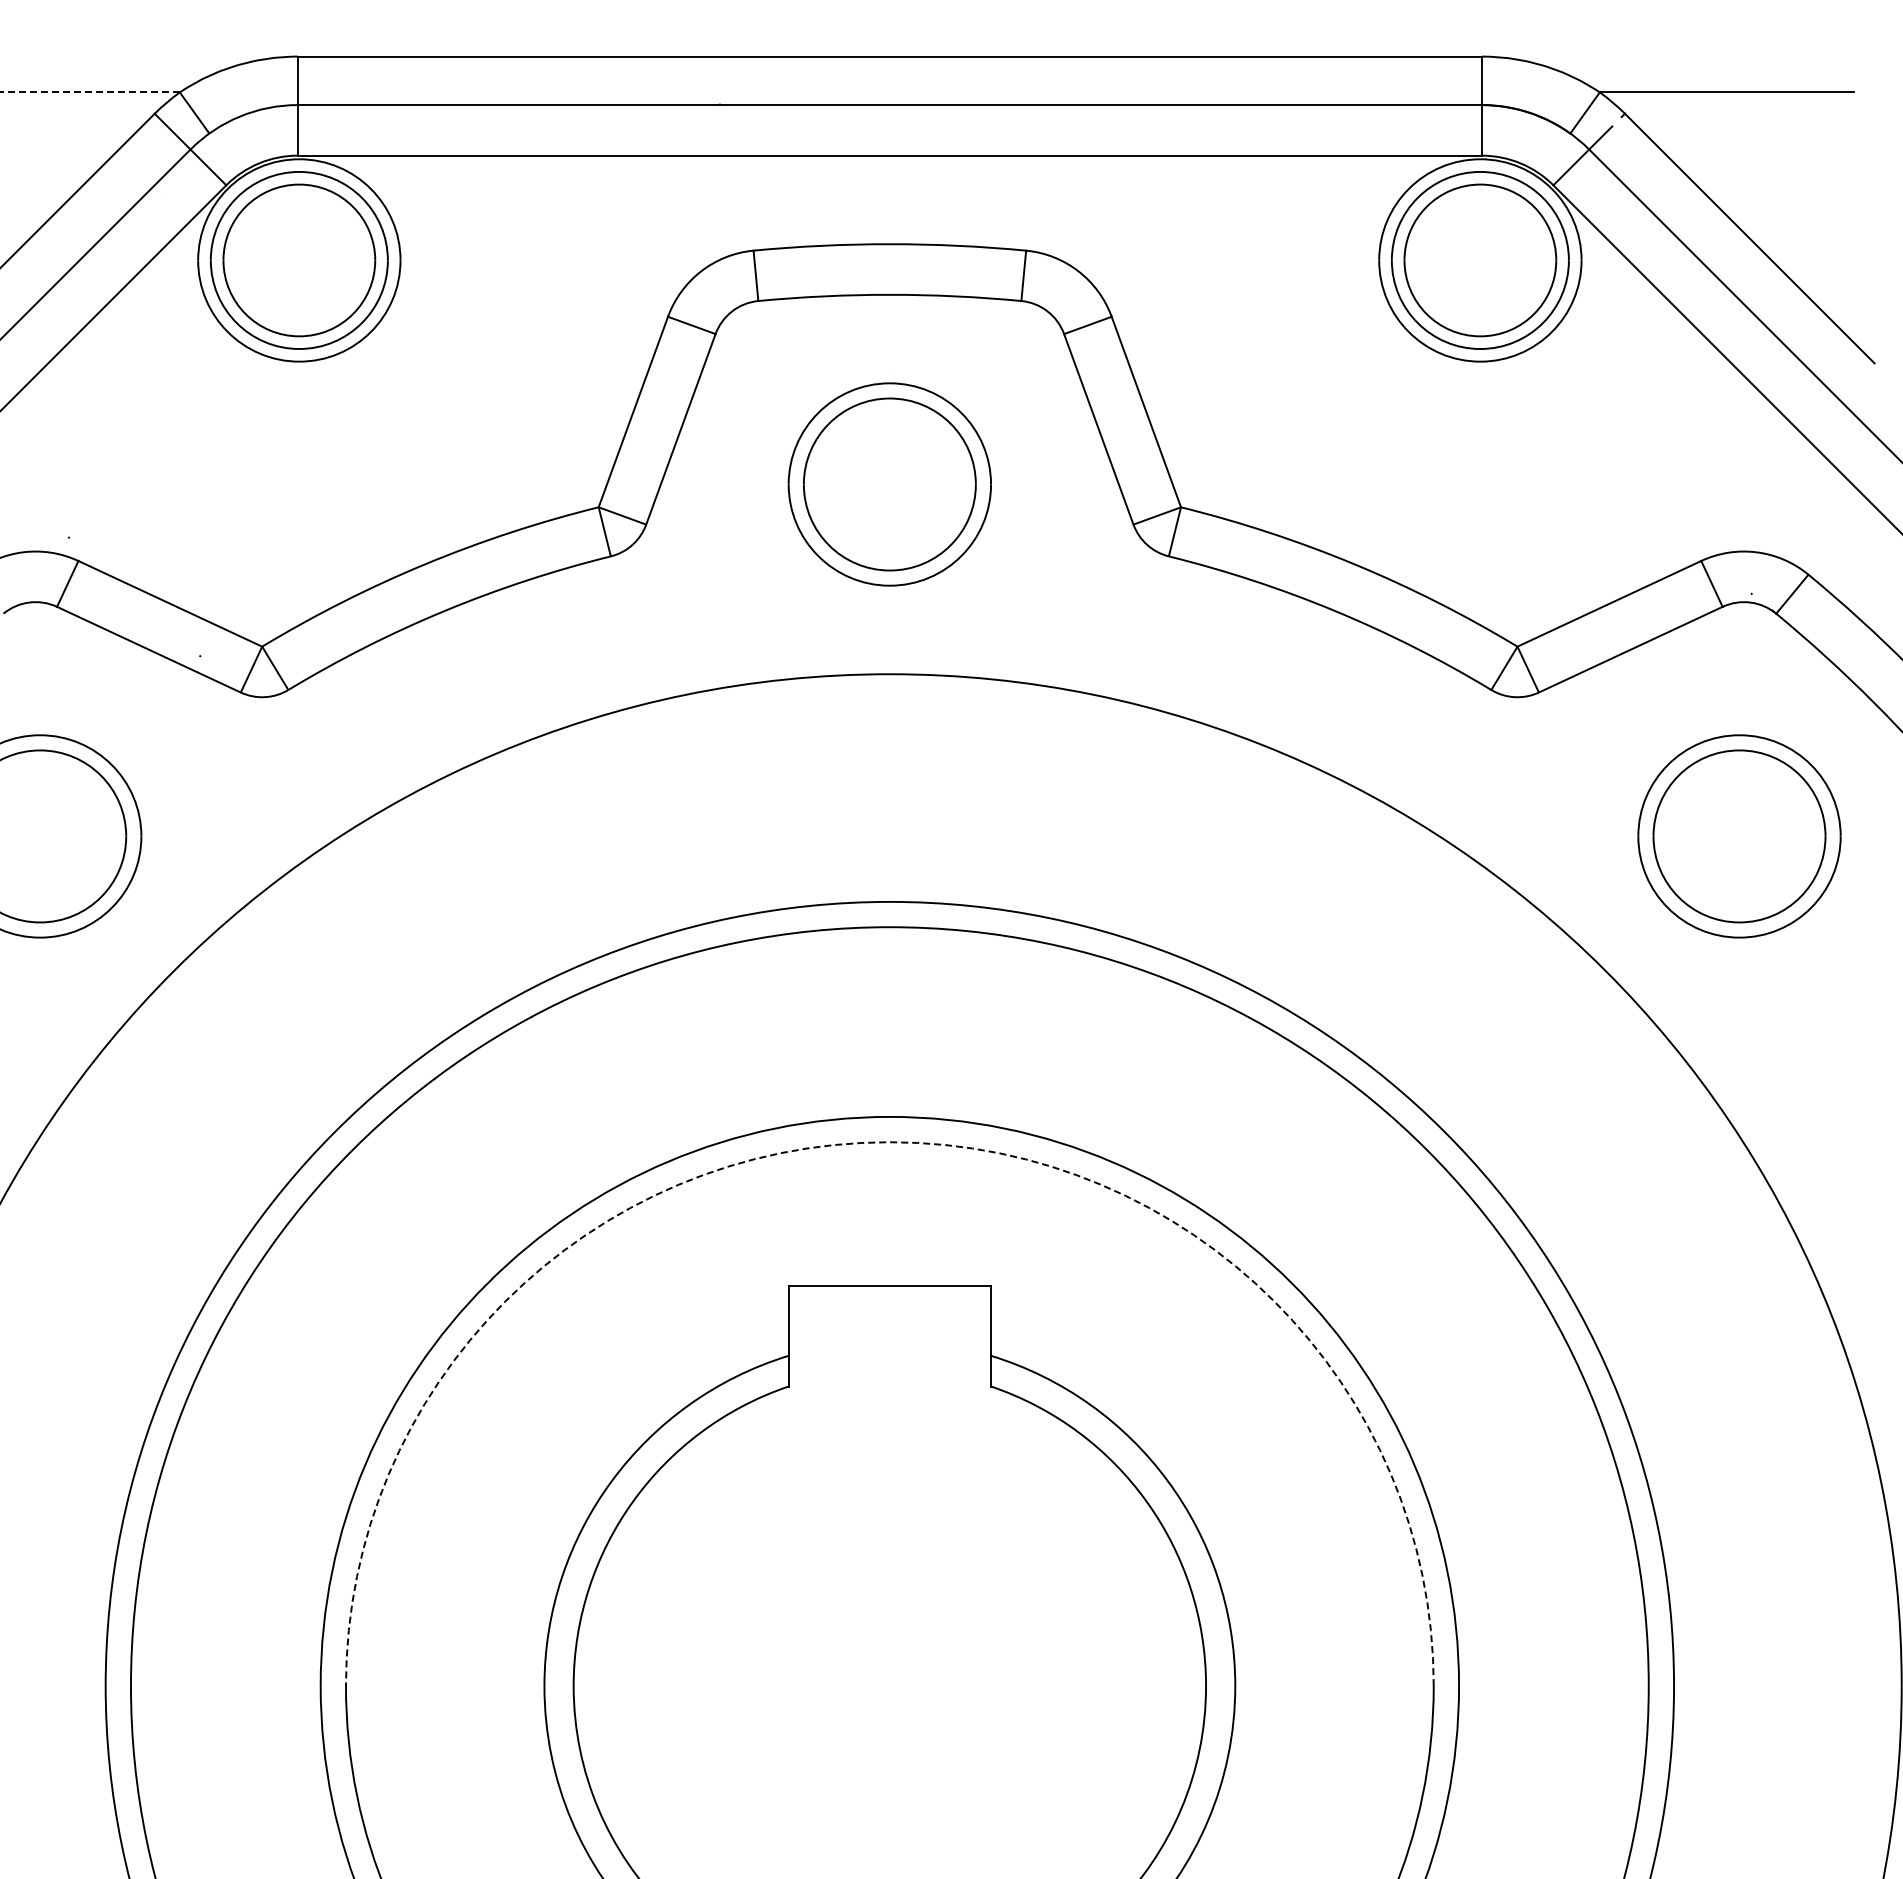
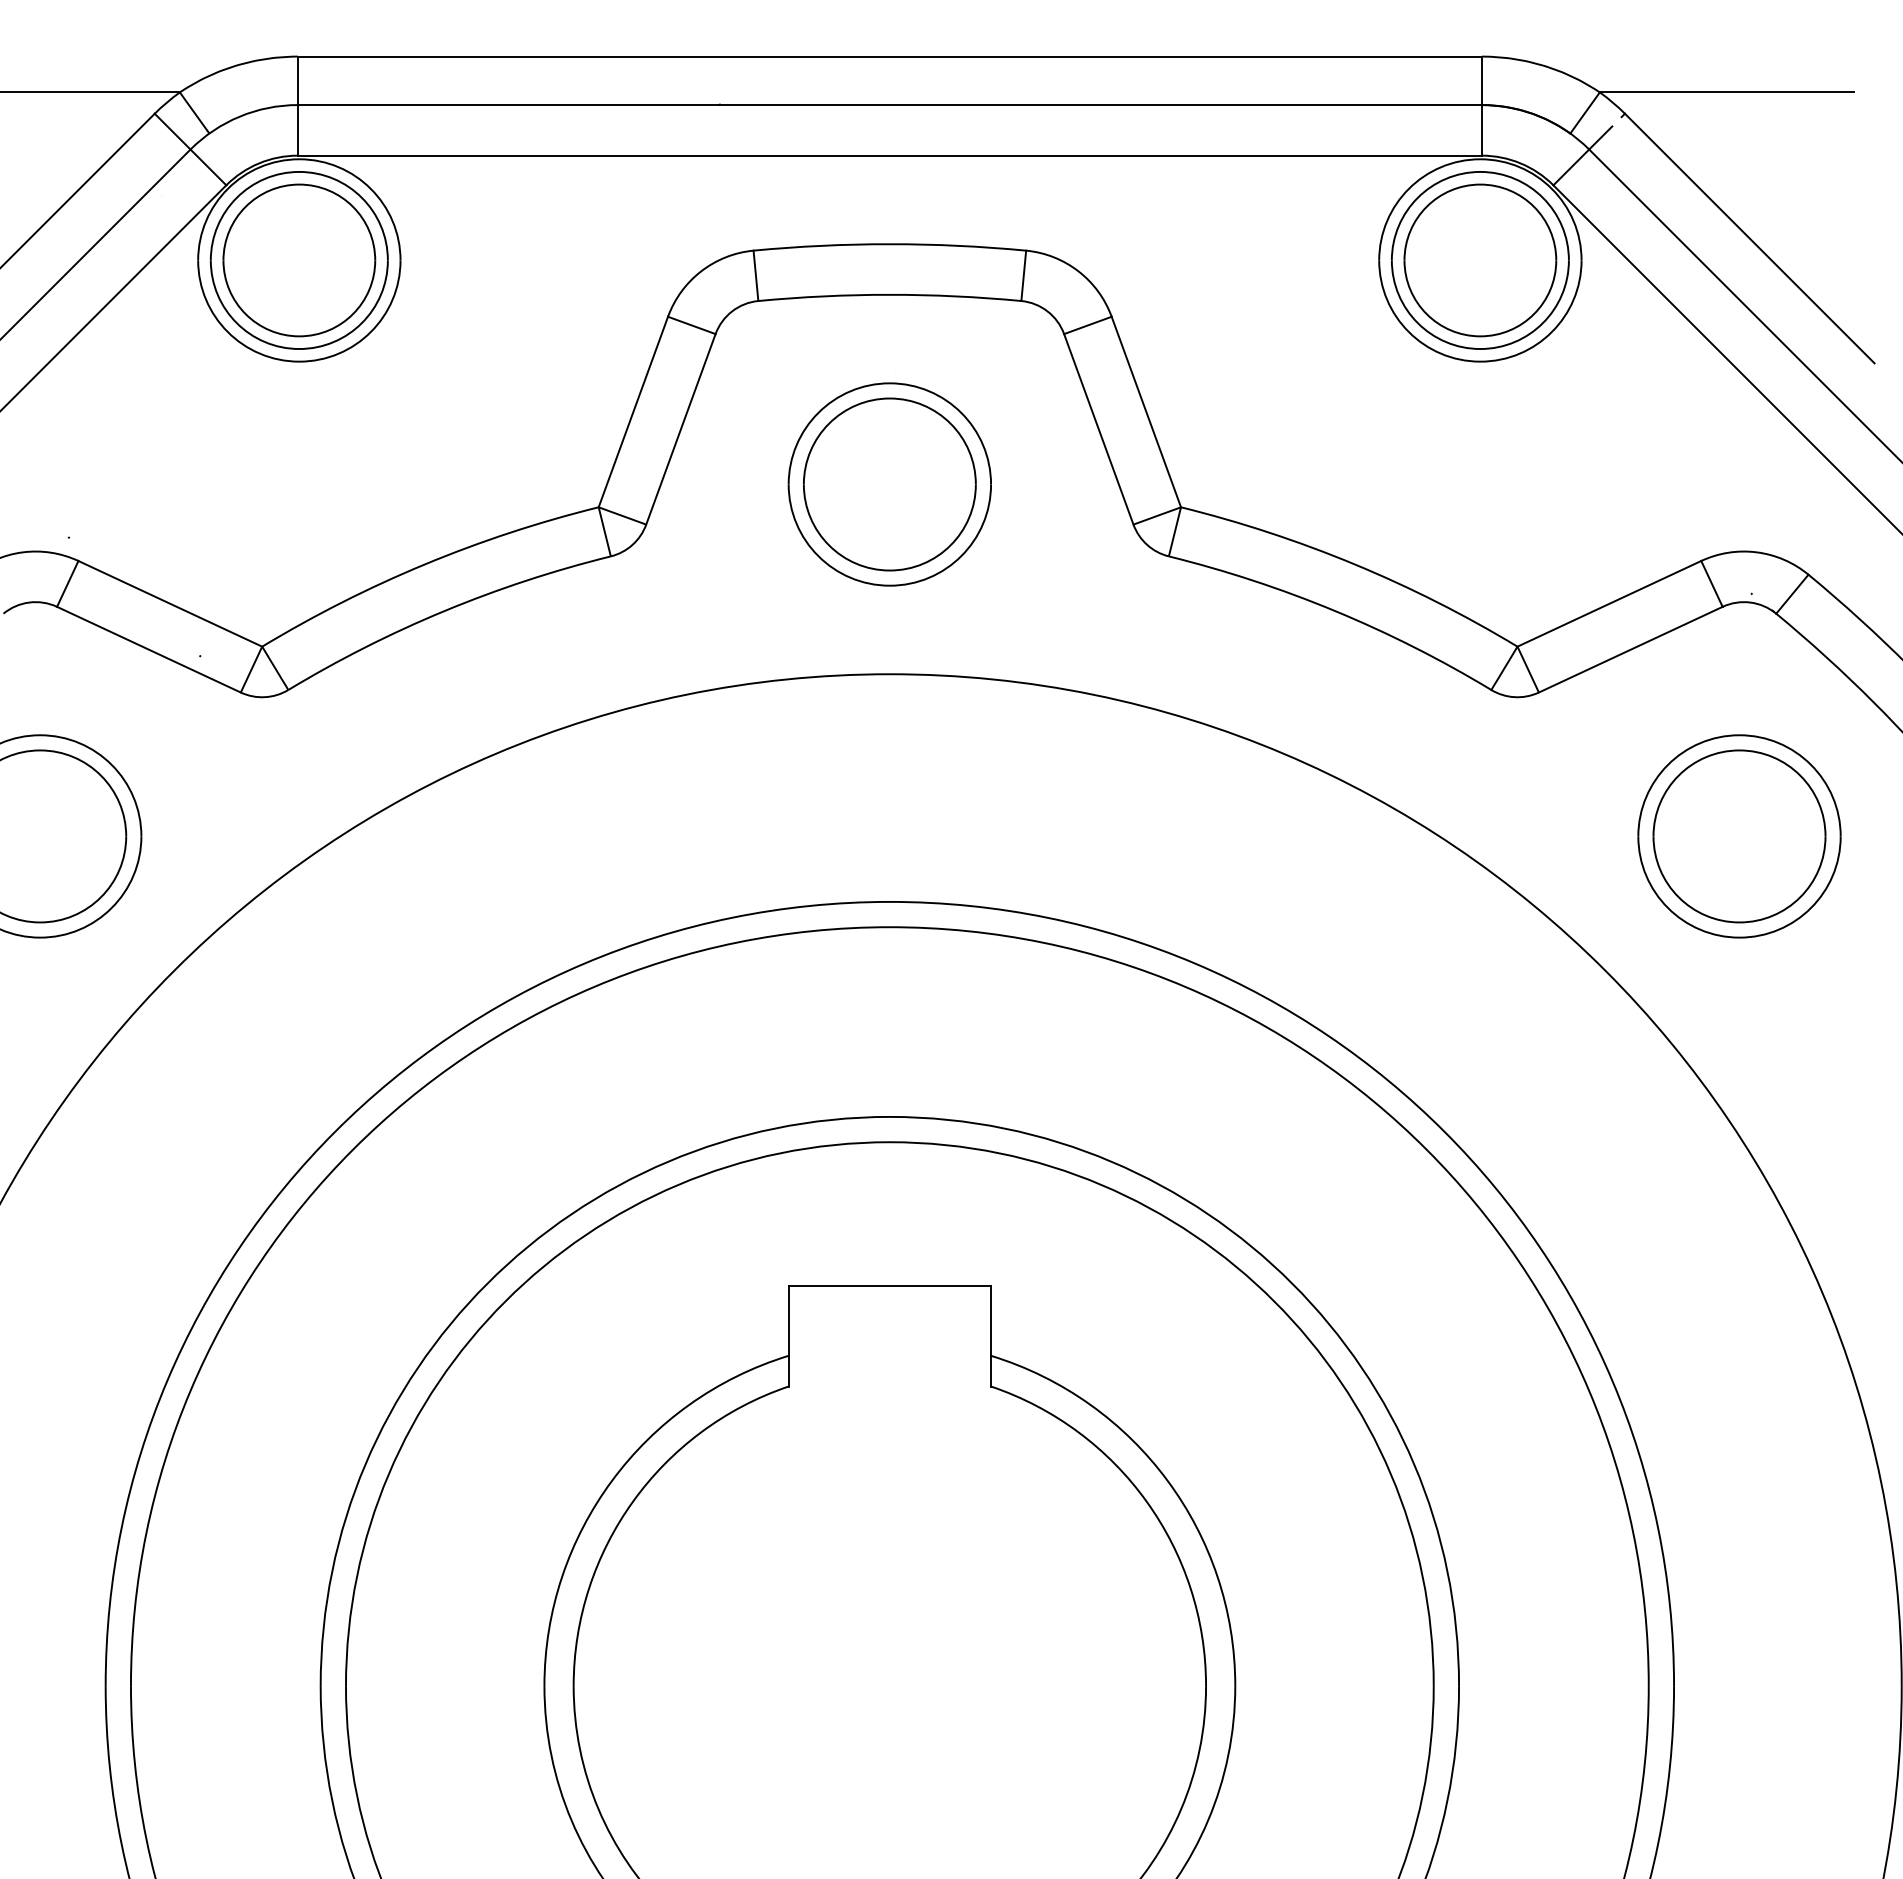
line at (89, 92): dashed -> solid
arc at (889, 1142): dashed -> solid
